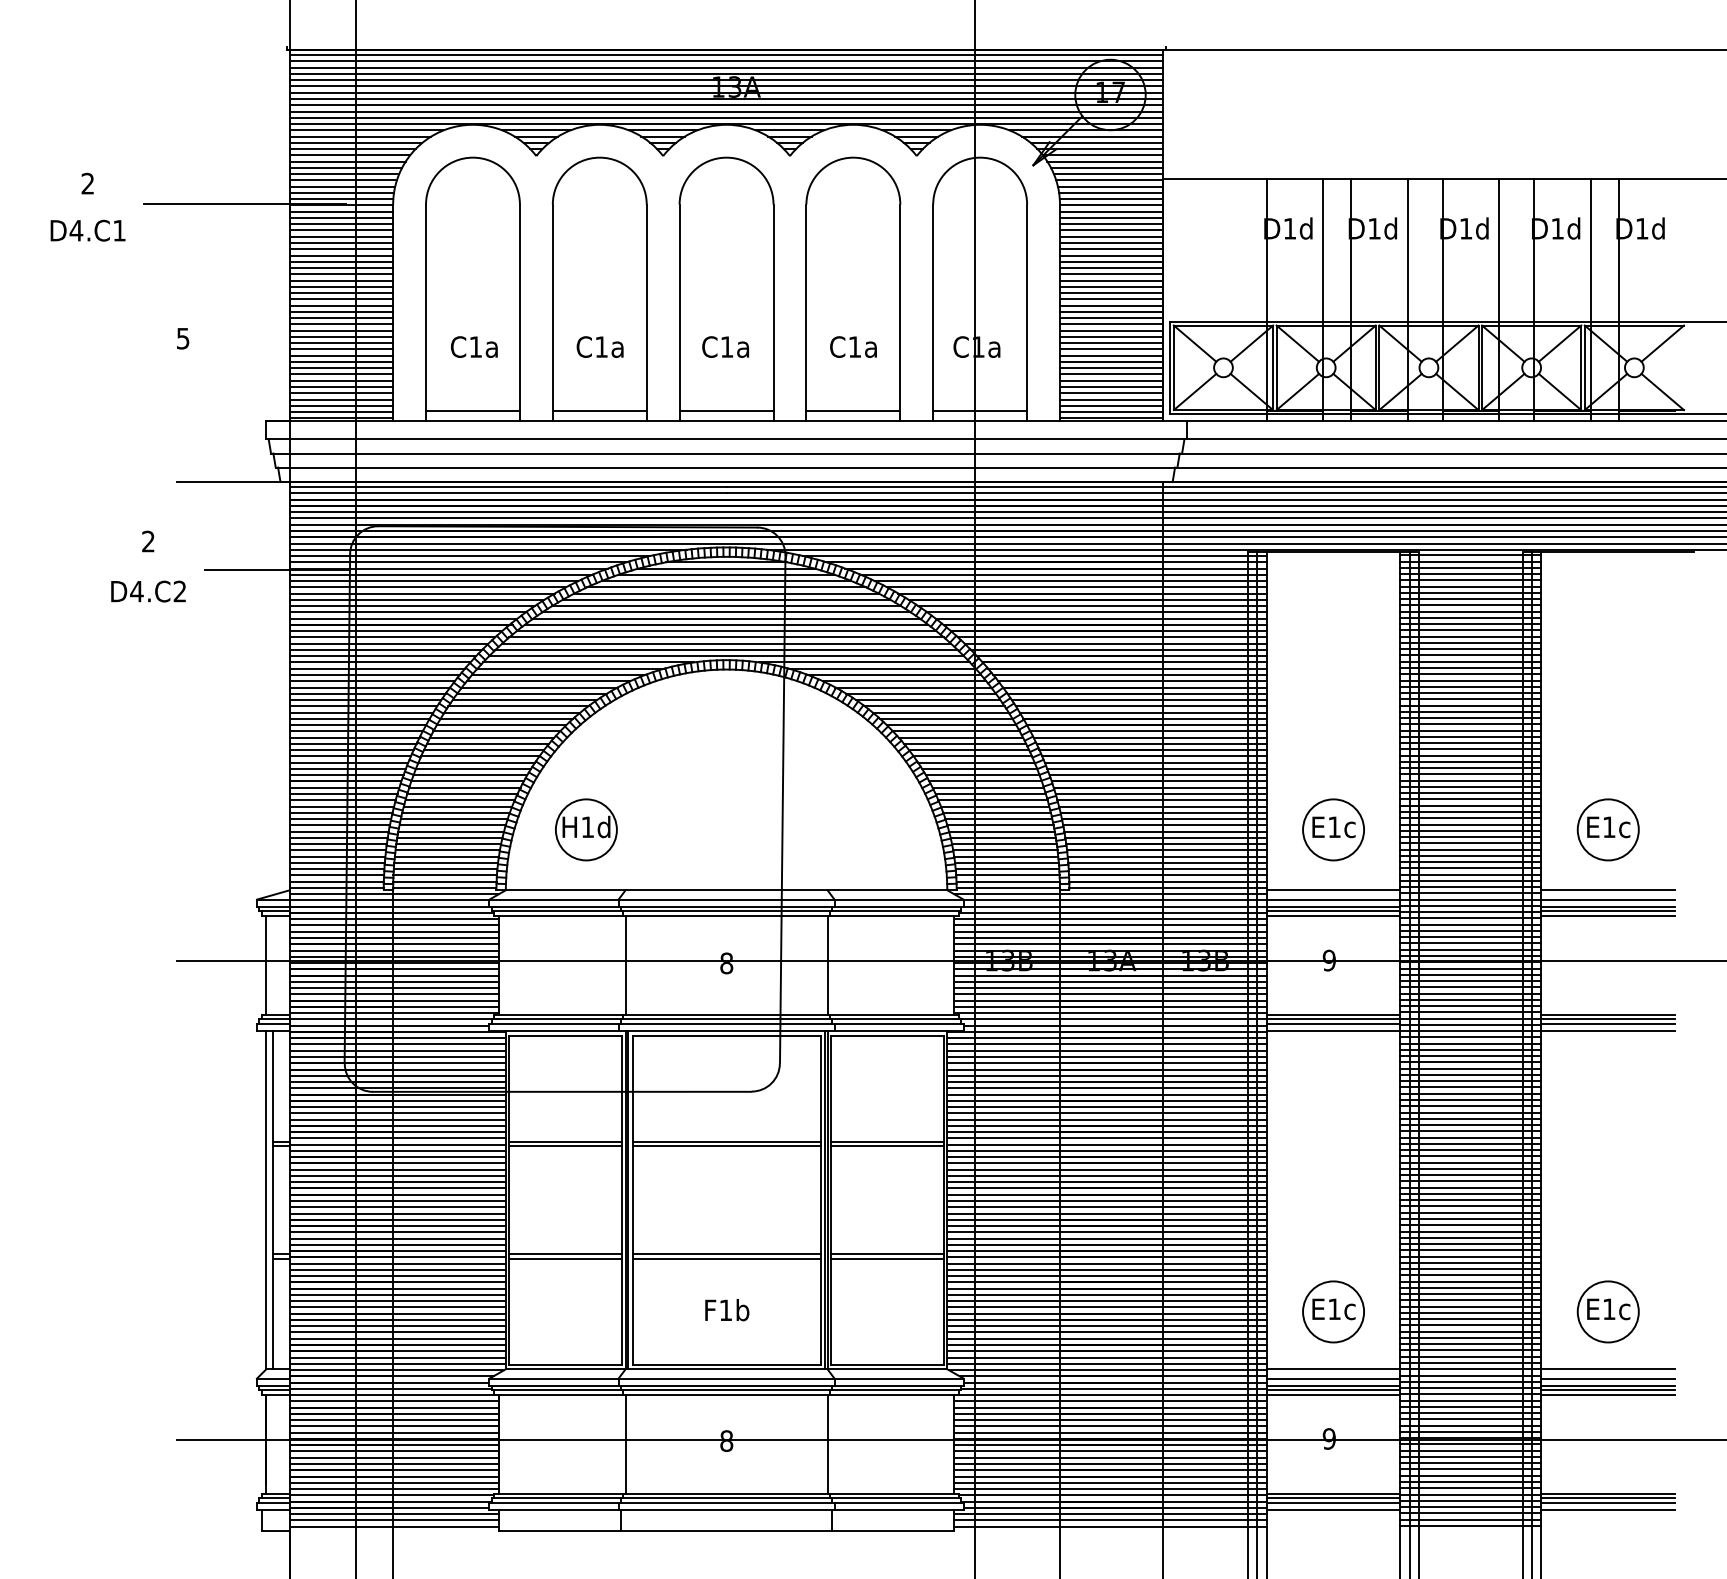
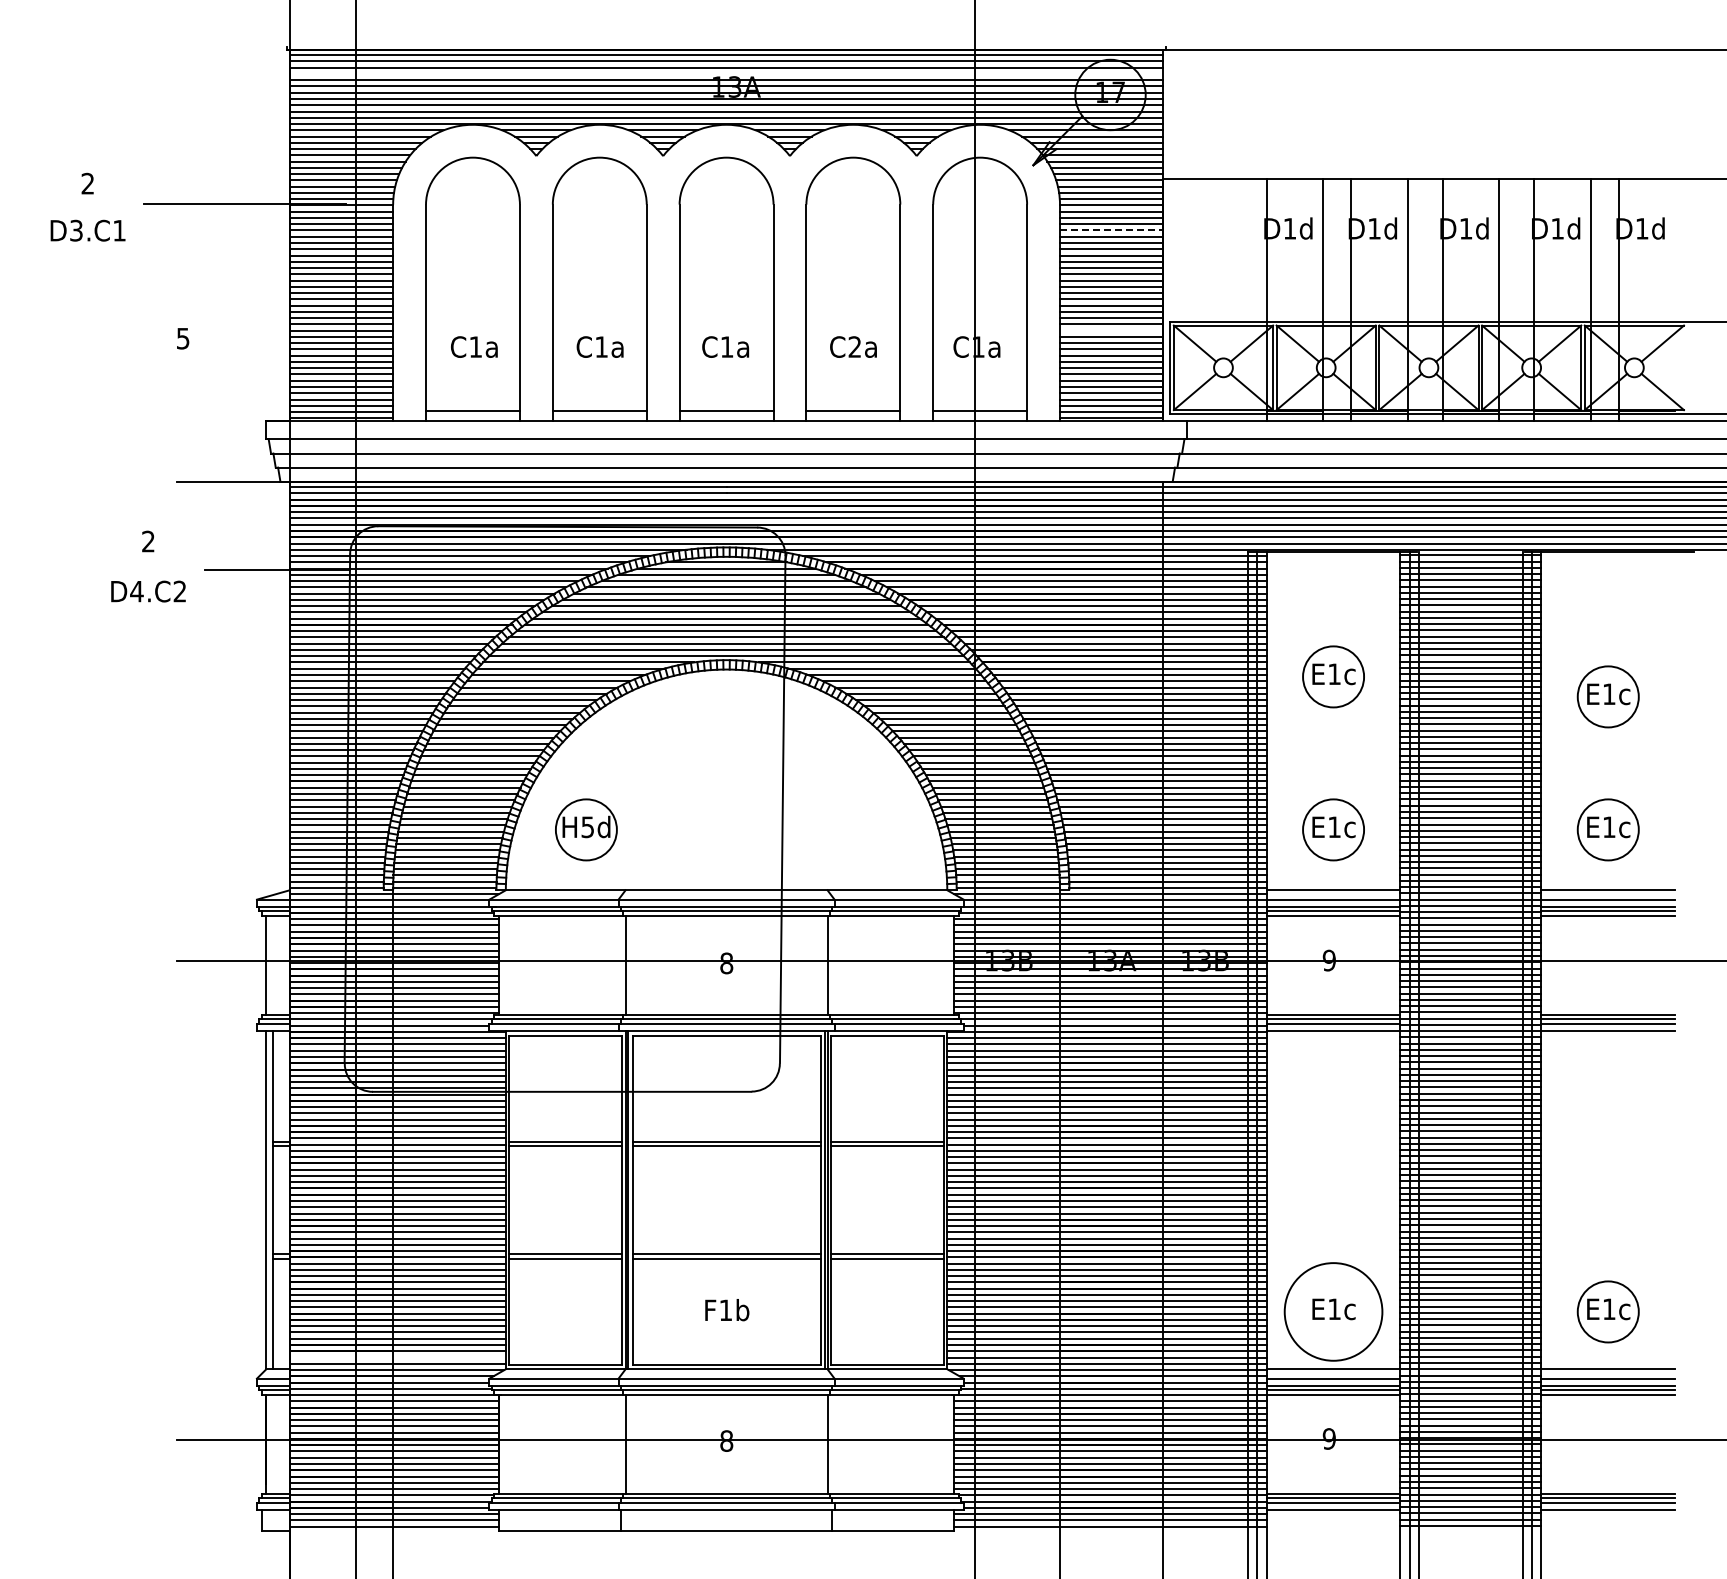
line at (726, 73): present -> none
text at (76, 230): D4.C1 -> D3.C1
line at (1111, 230): solid -> dashed
line at (1111, 330): present -> none
text at (854, 346): C1a -> C2a
part at (1333, 676): none -> present
part at (1607, 696): none -> present
text at (587, 827): H1d -> H5d
circle at (1333, 1311) diameter: 61 px -> 98 px
line at (397, 1357): present -> none
